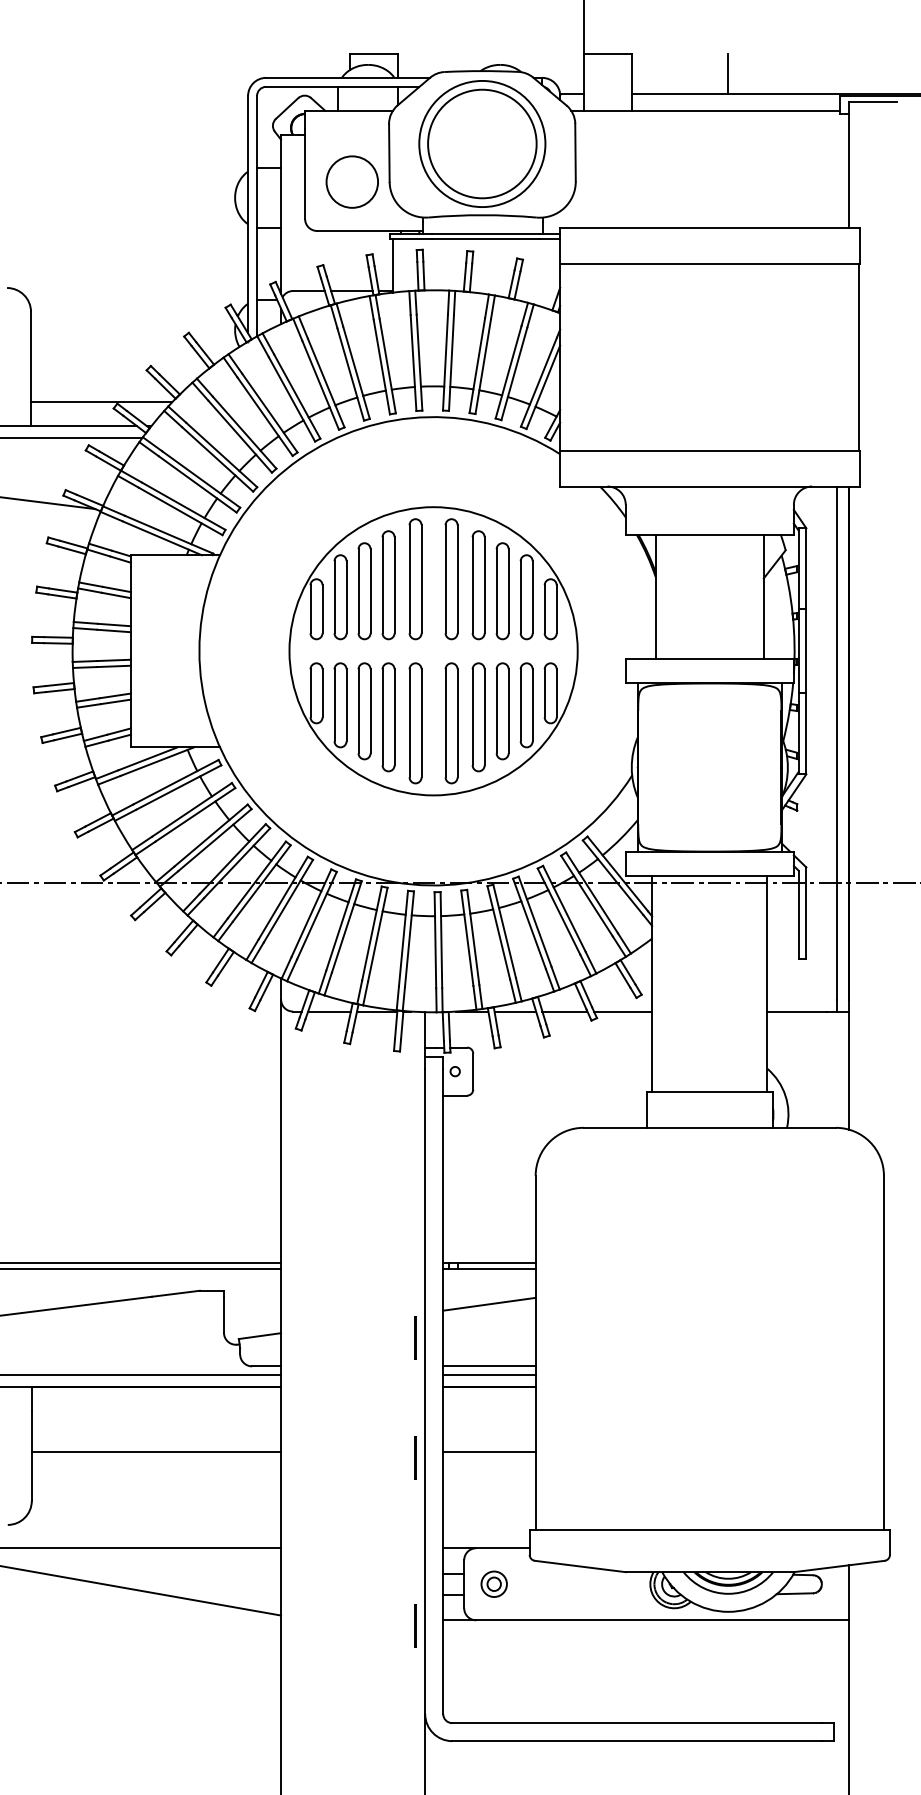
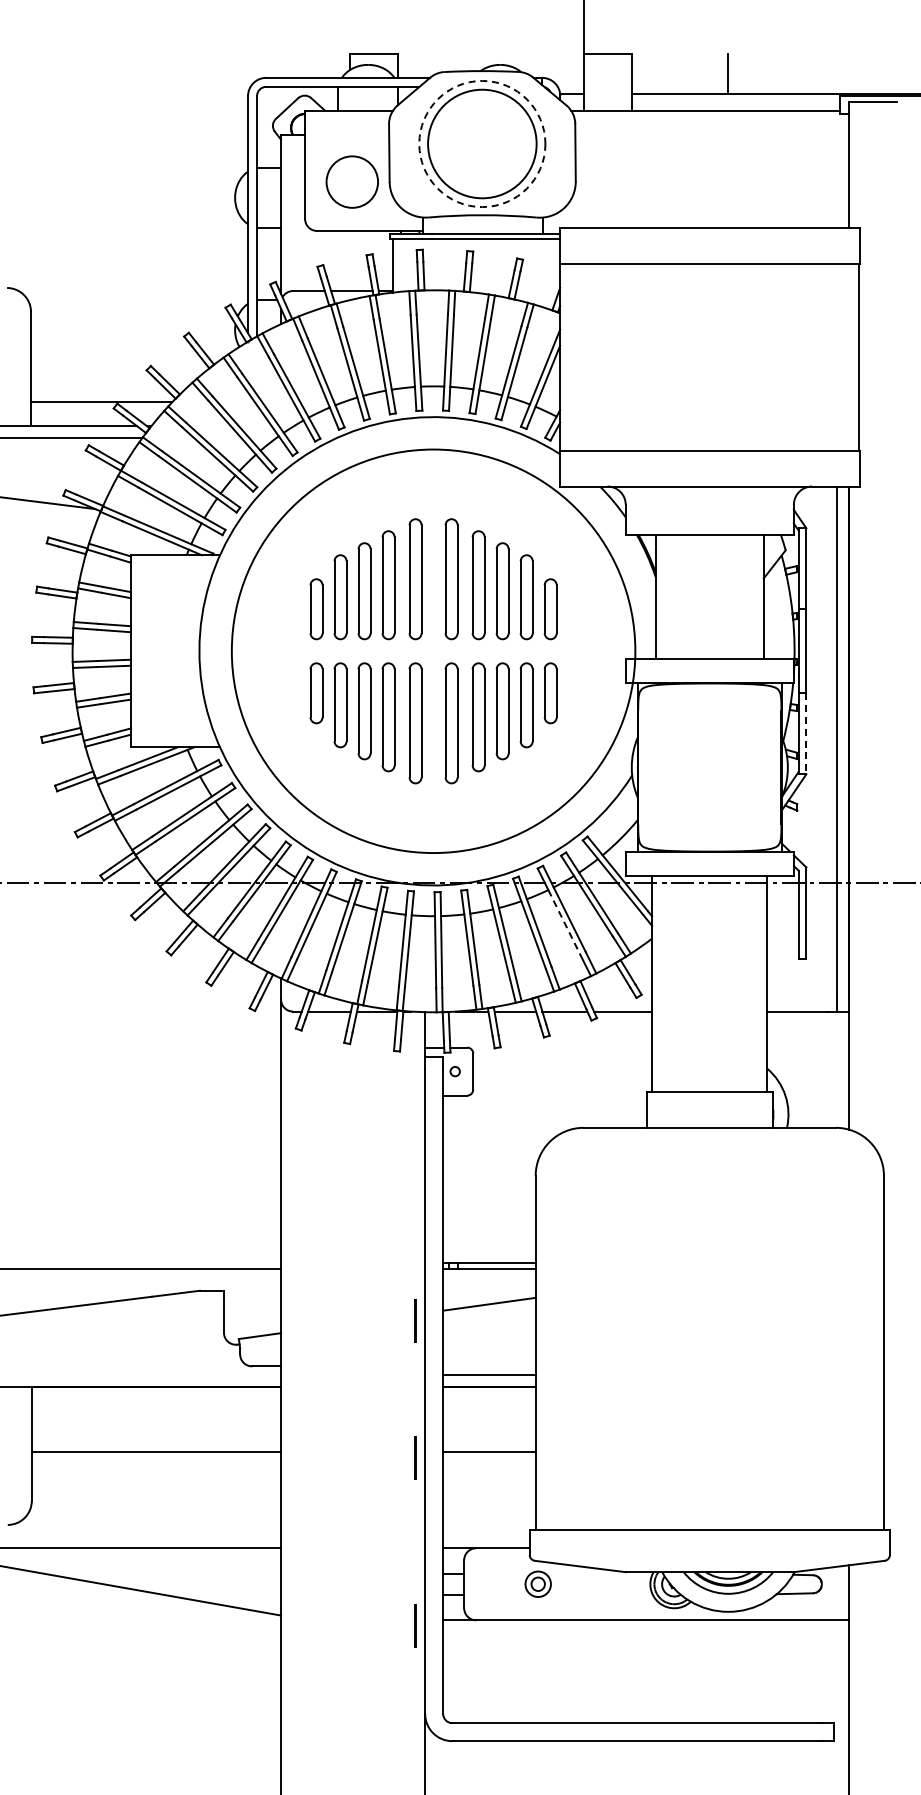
circle at (482, 143): solid -> dashed
circle at (433, 651) diameter: 288 px -> 404 px
line at (806, 734): solid -> dashed
line at (564, 922): solid -> dashed
line at (141, 1262): present -> none
line at (415, 1337) position: (415, 1337) -> (415, 1320)
line at (489, 1366): present -> none
line at (141, 1374): present -> none
part at (493, 1583) position: (493, 1583) -> (537, 1583)
